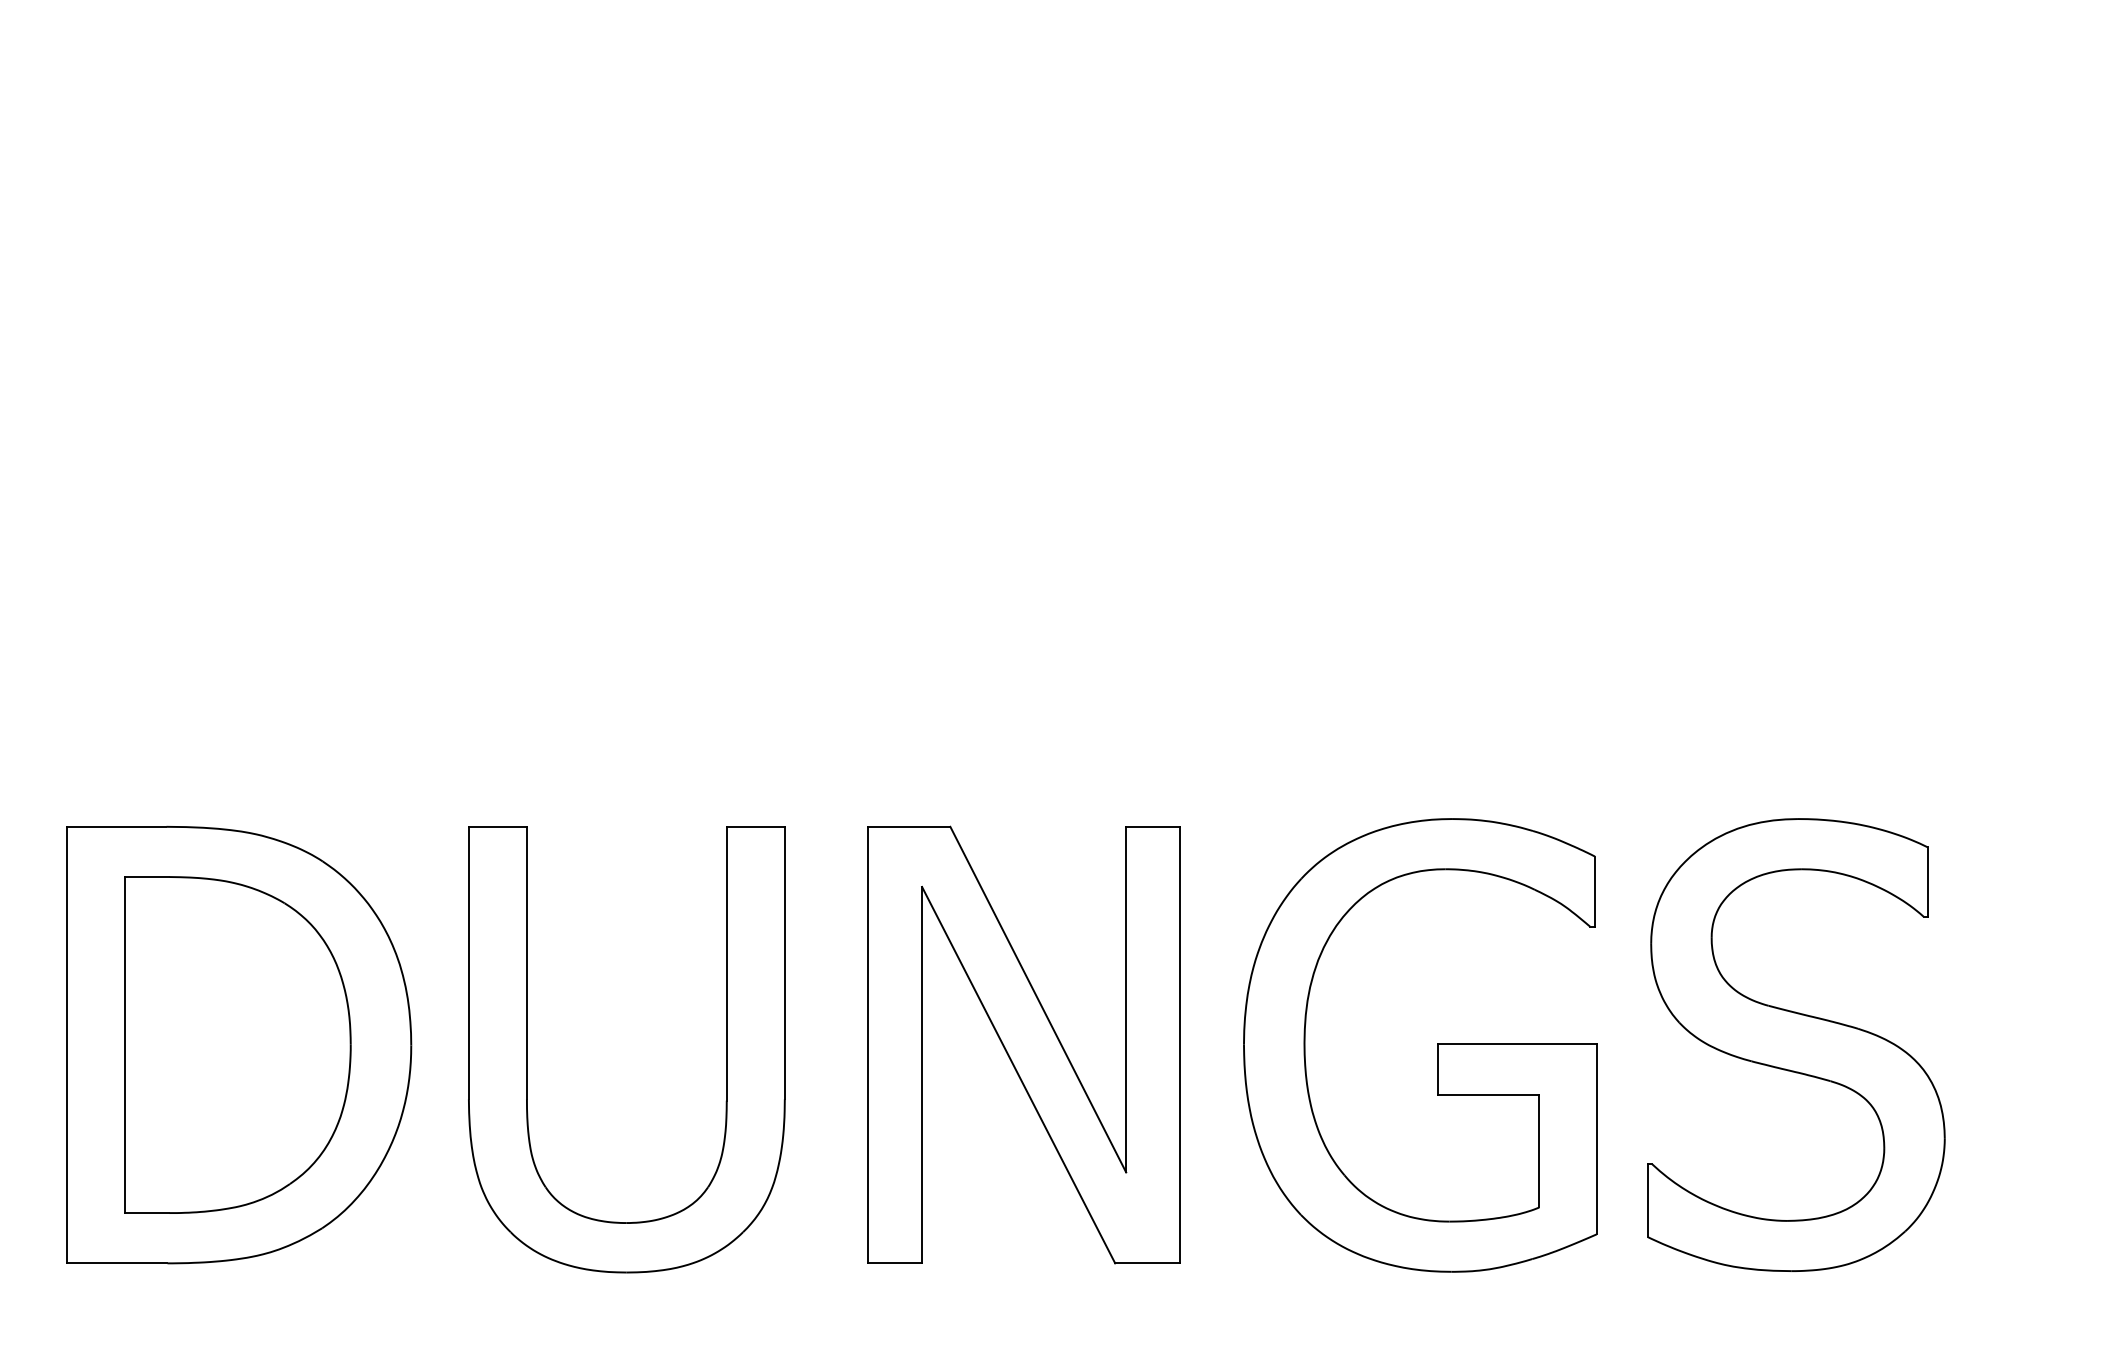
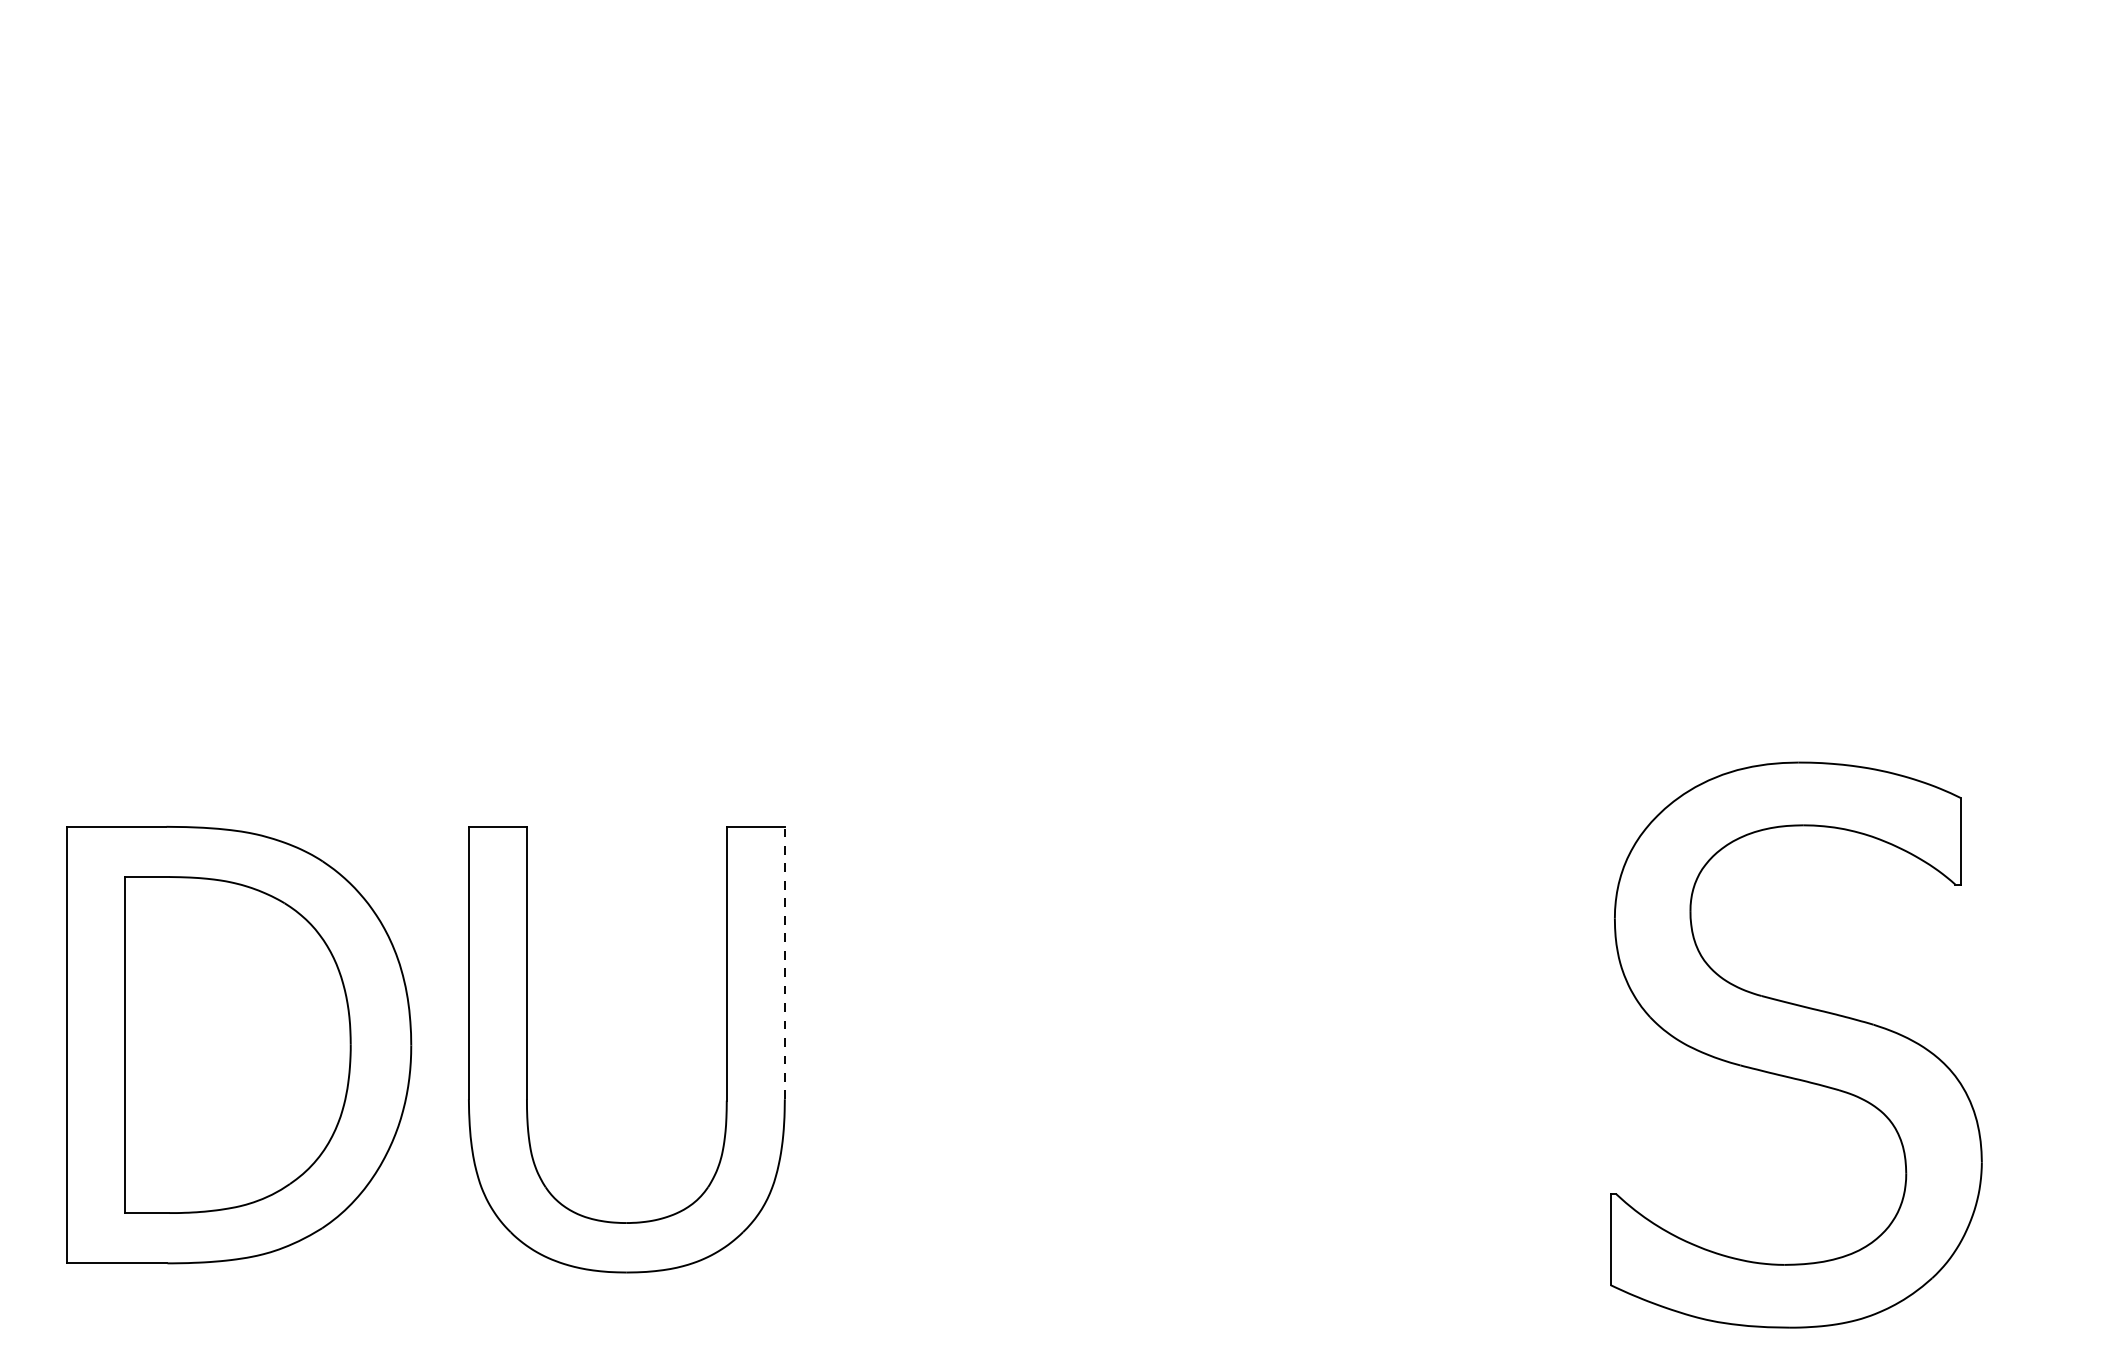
line at (784, 962): solid -> dashed
part at (1023, 1044): present -> none
part at (1796, 1044) size: 299x454 px -> 373x568 px
part at (1437, 1045): present -> none
